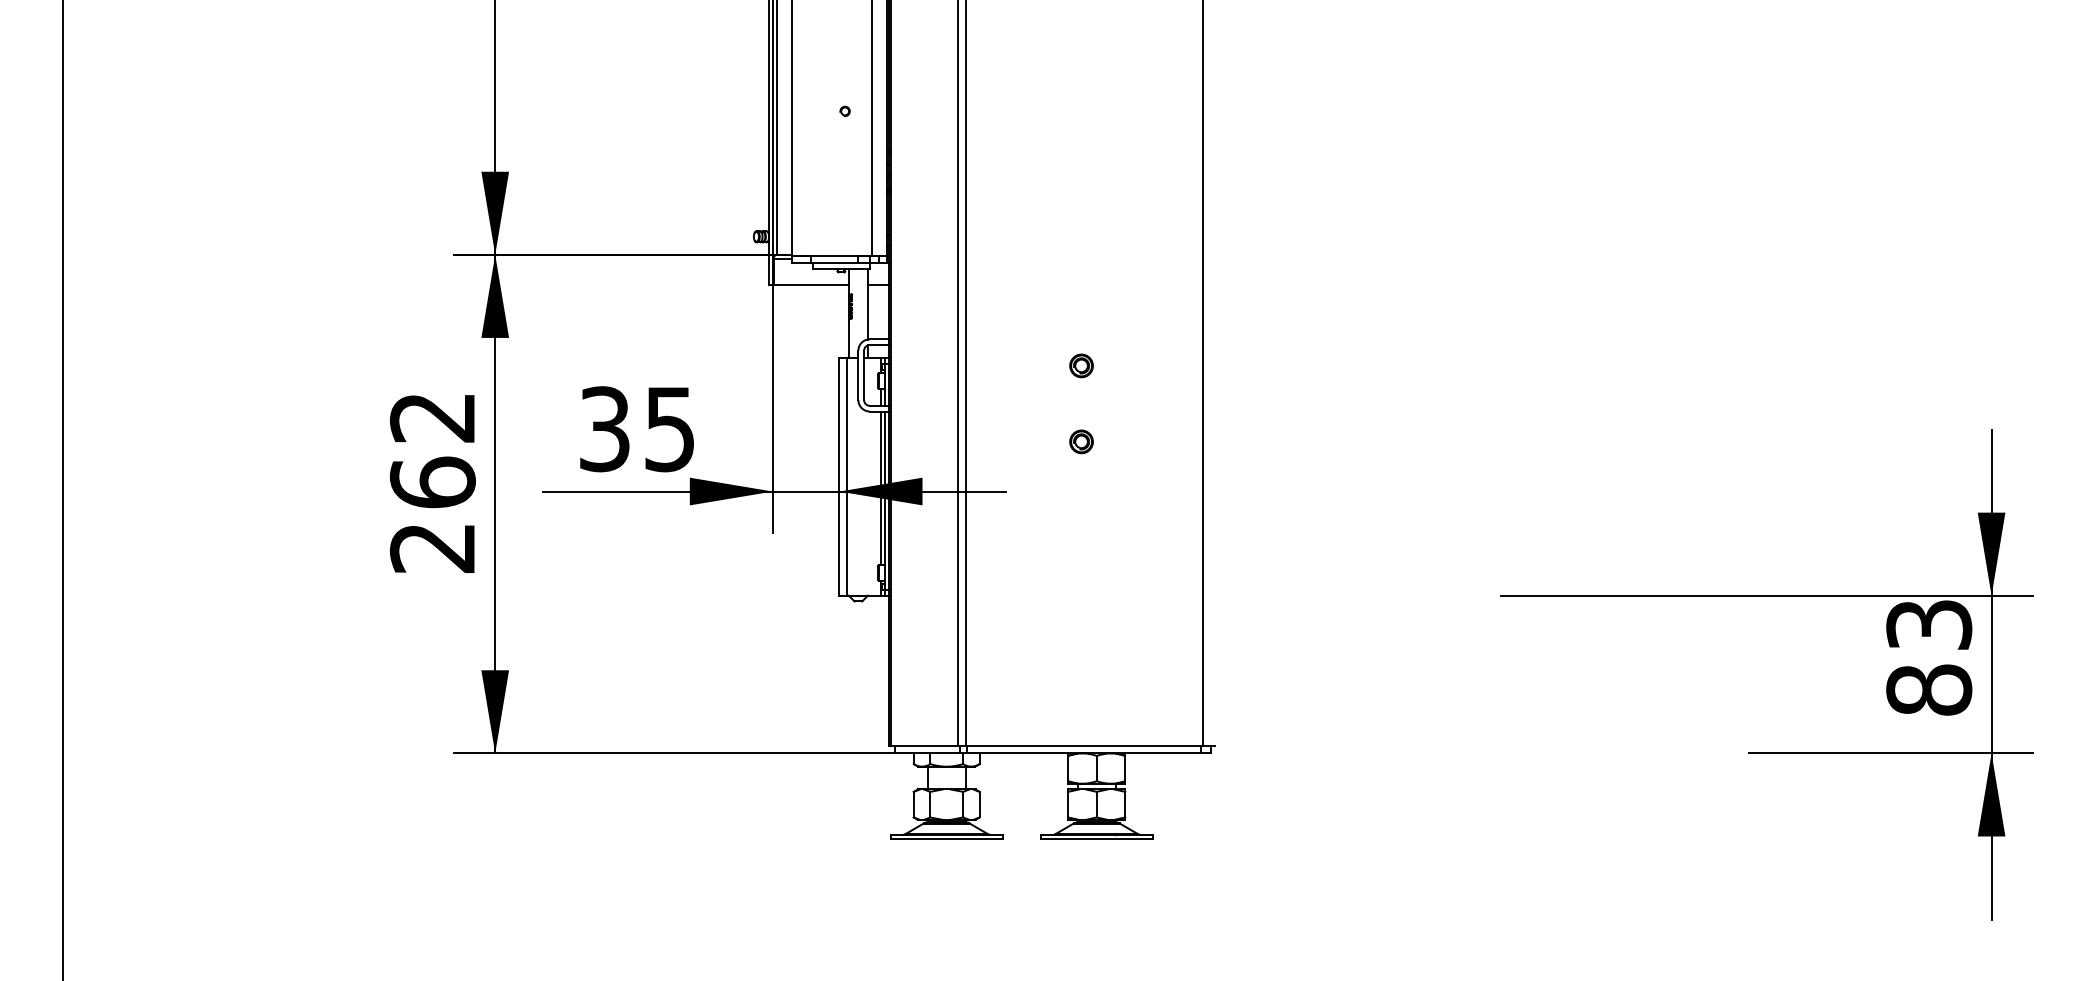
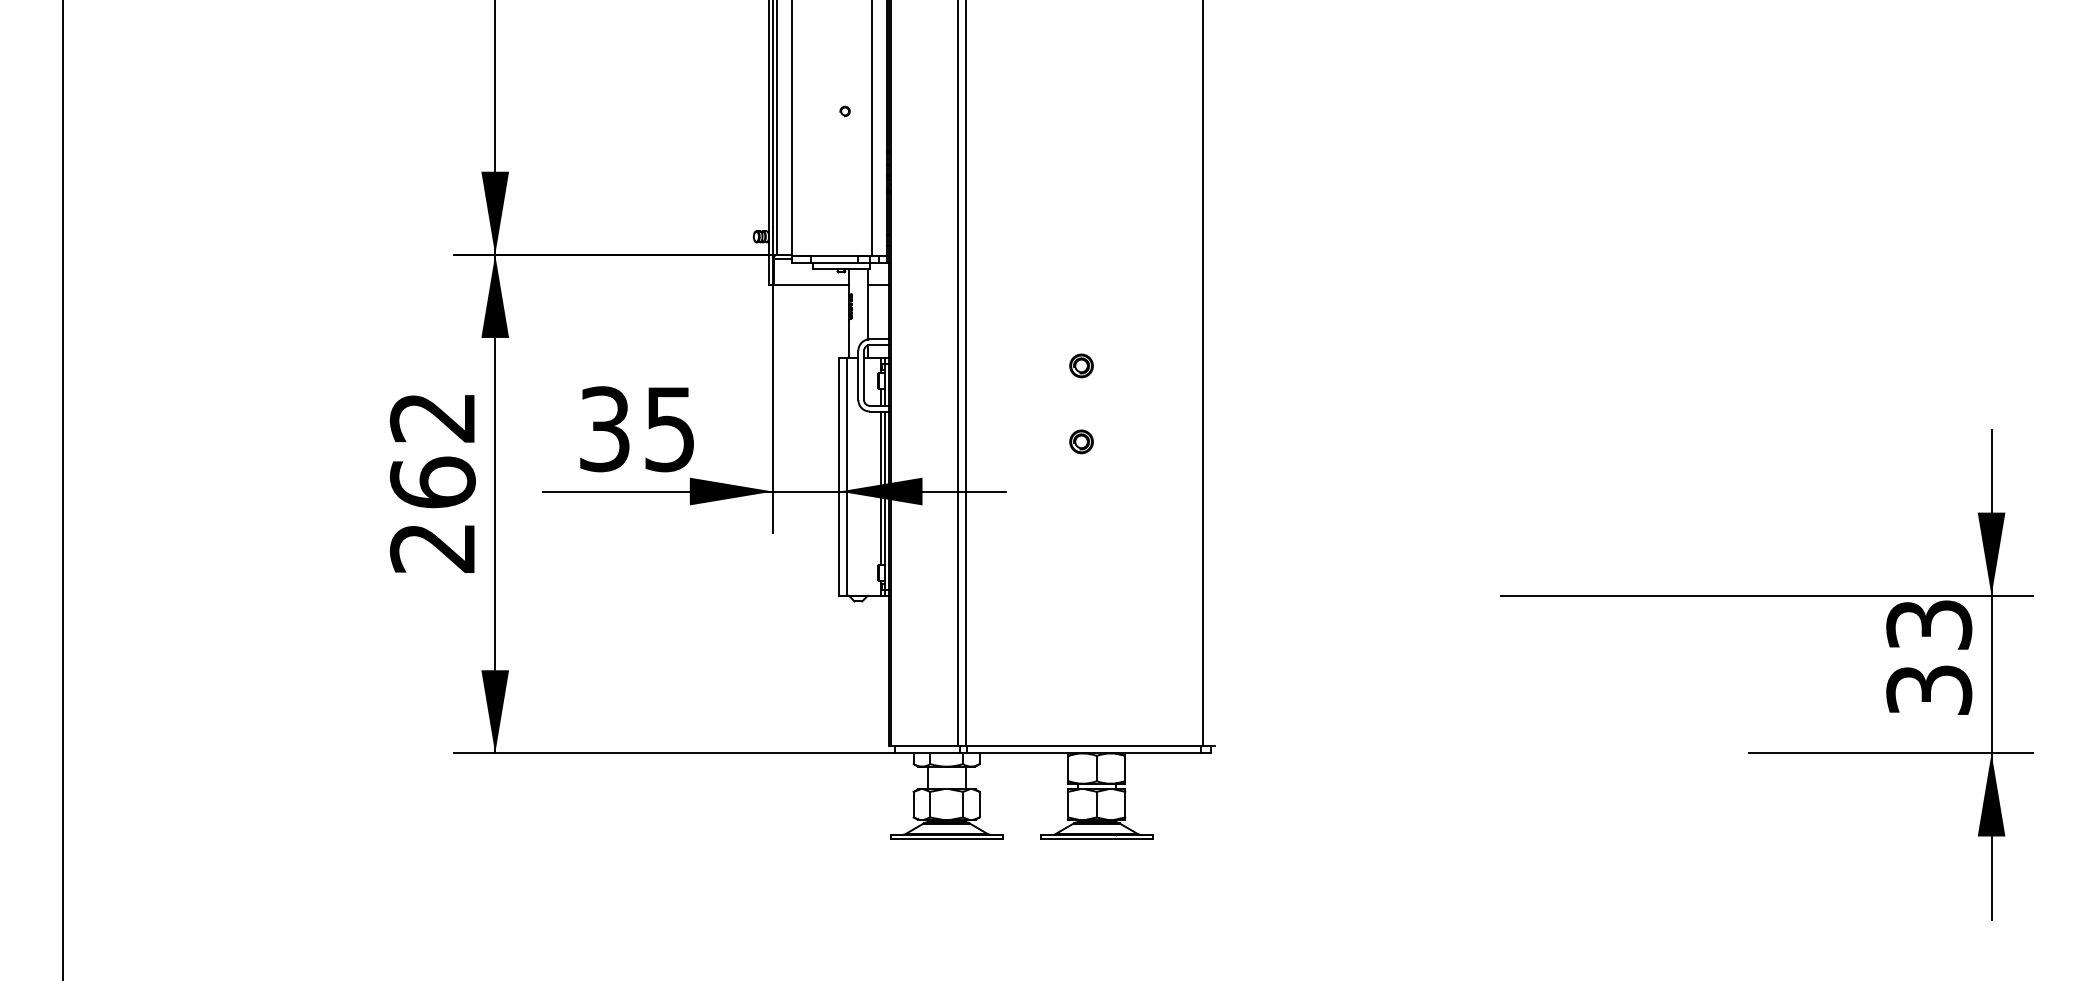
text at (1929, 689): 83 -> 33
